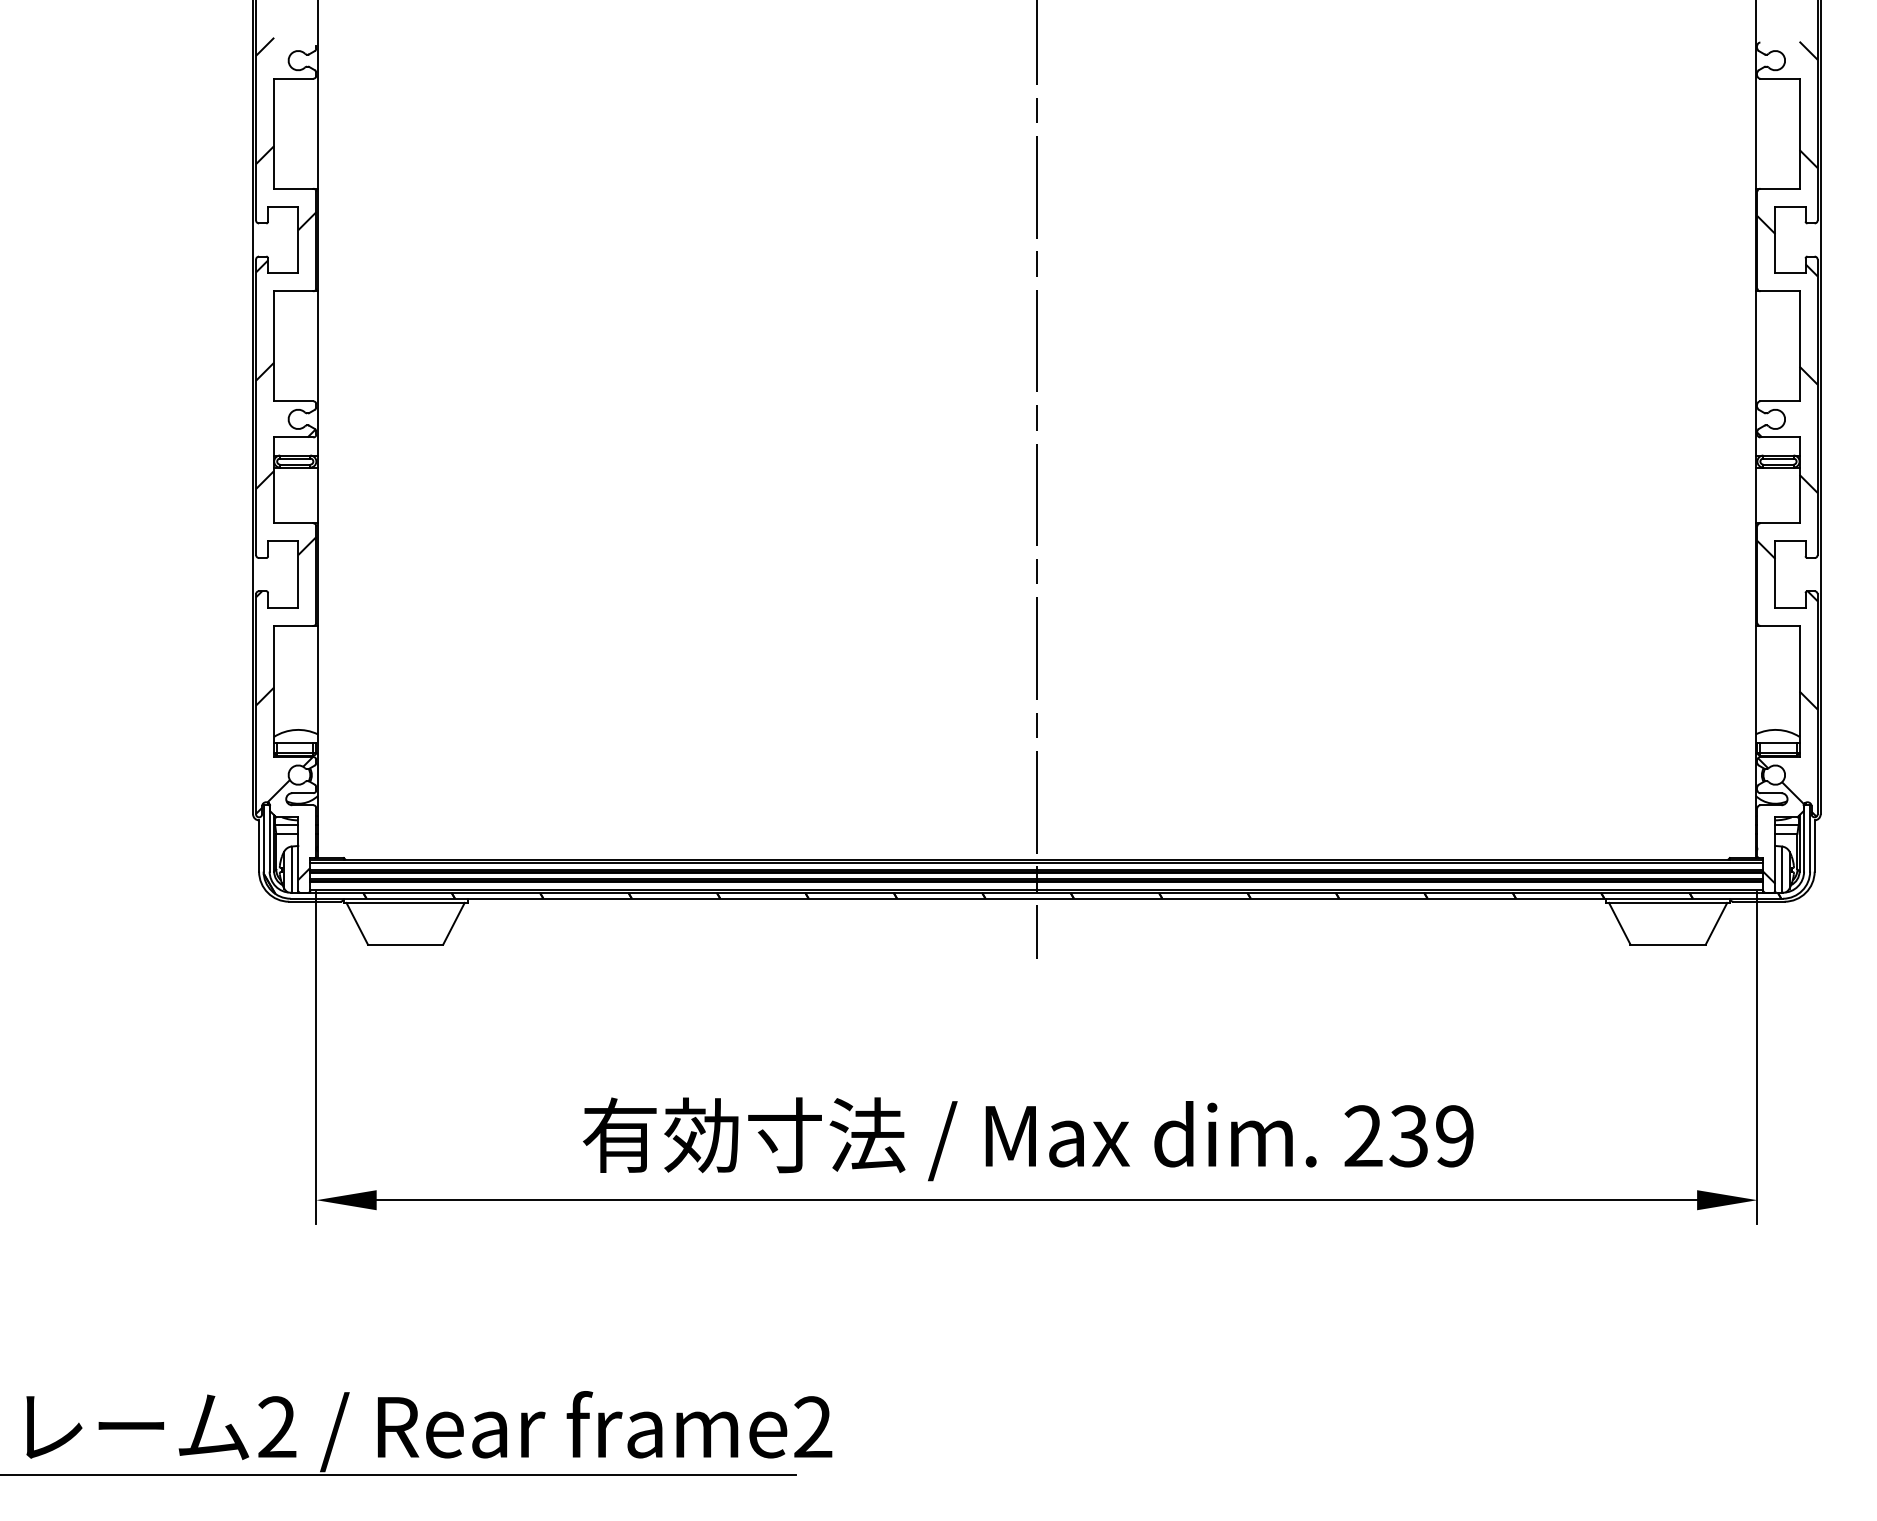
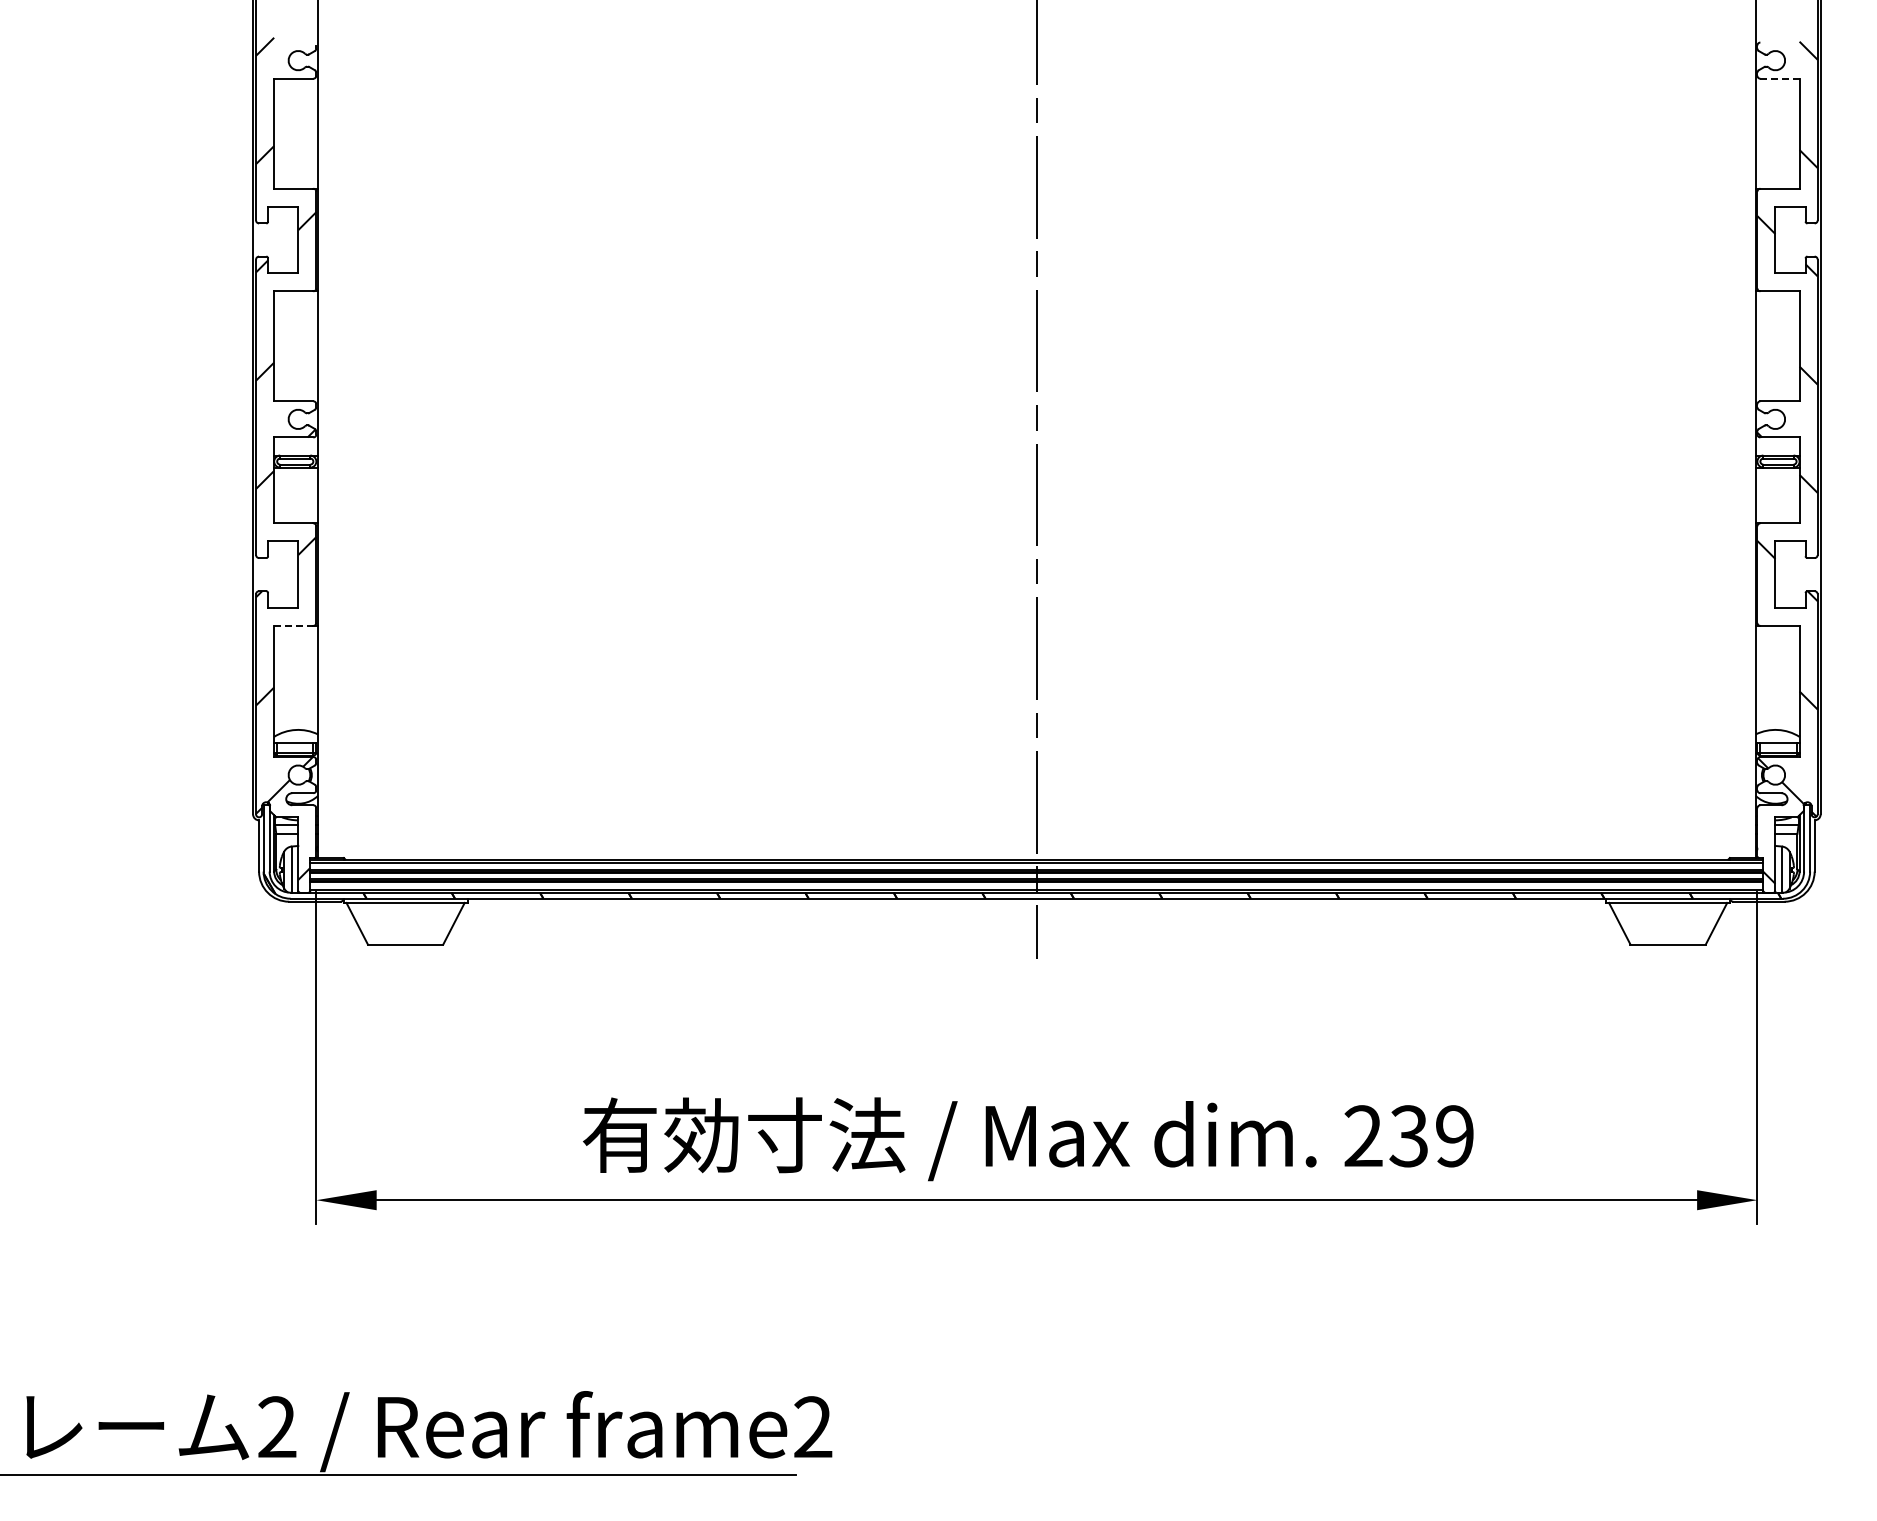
line at (1779, 78): solid -> dashed
line at (293, 625): solid -> dashed
